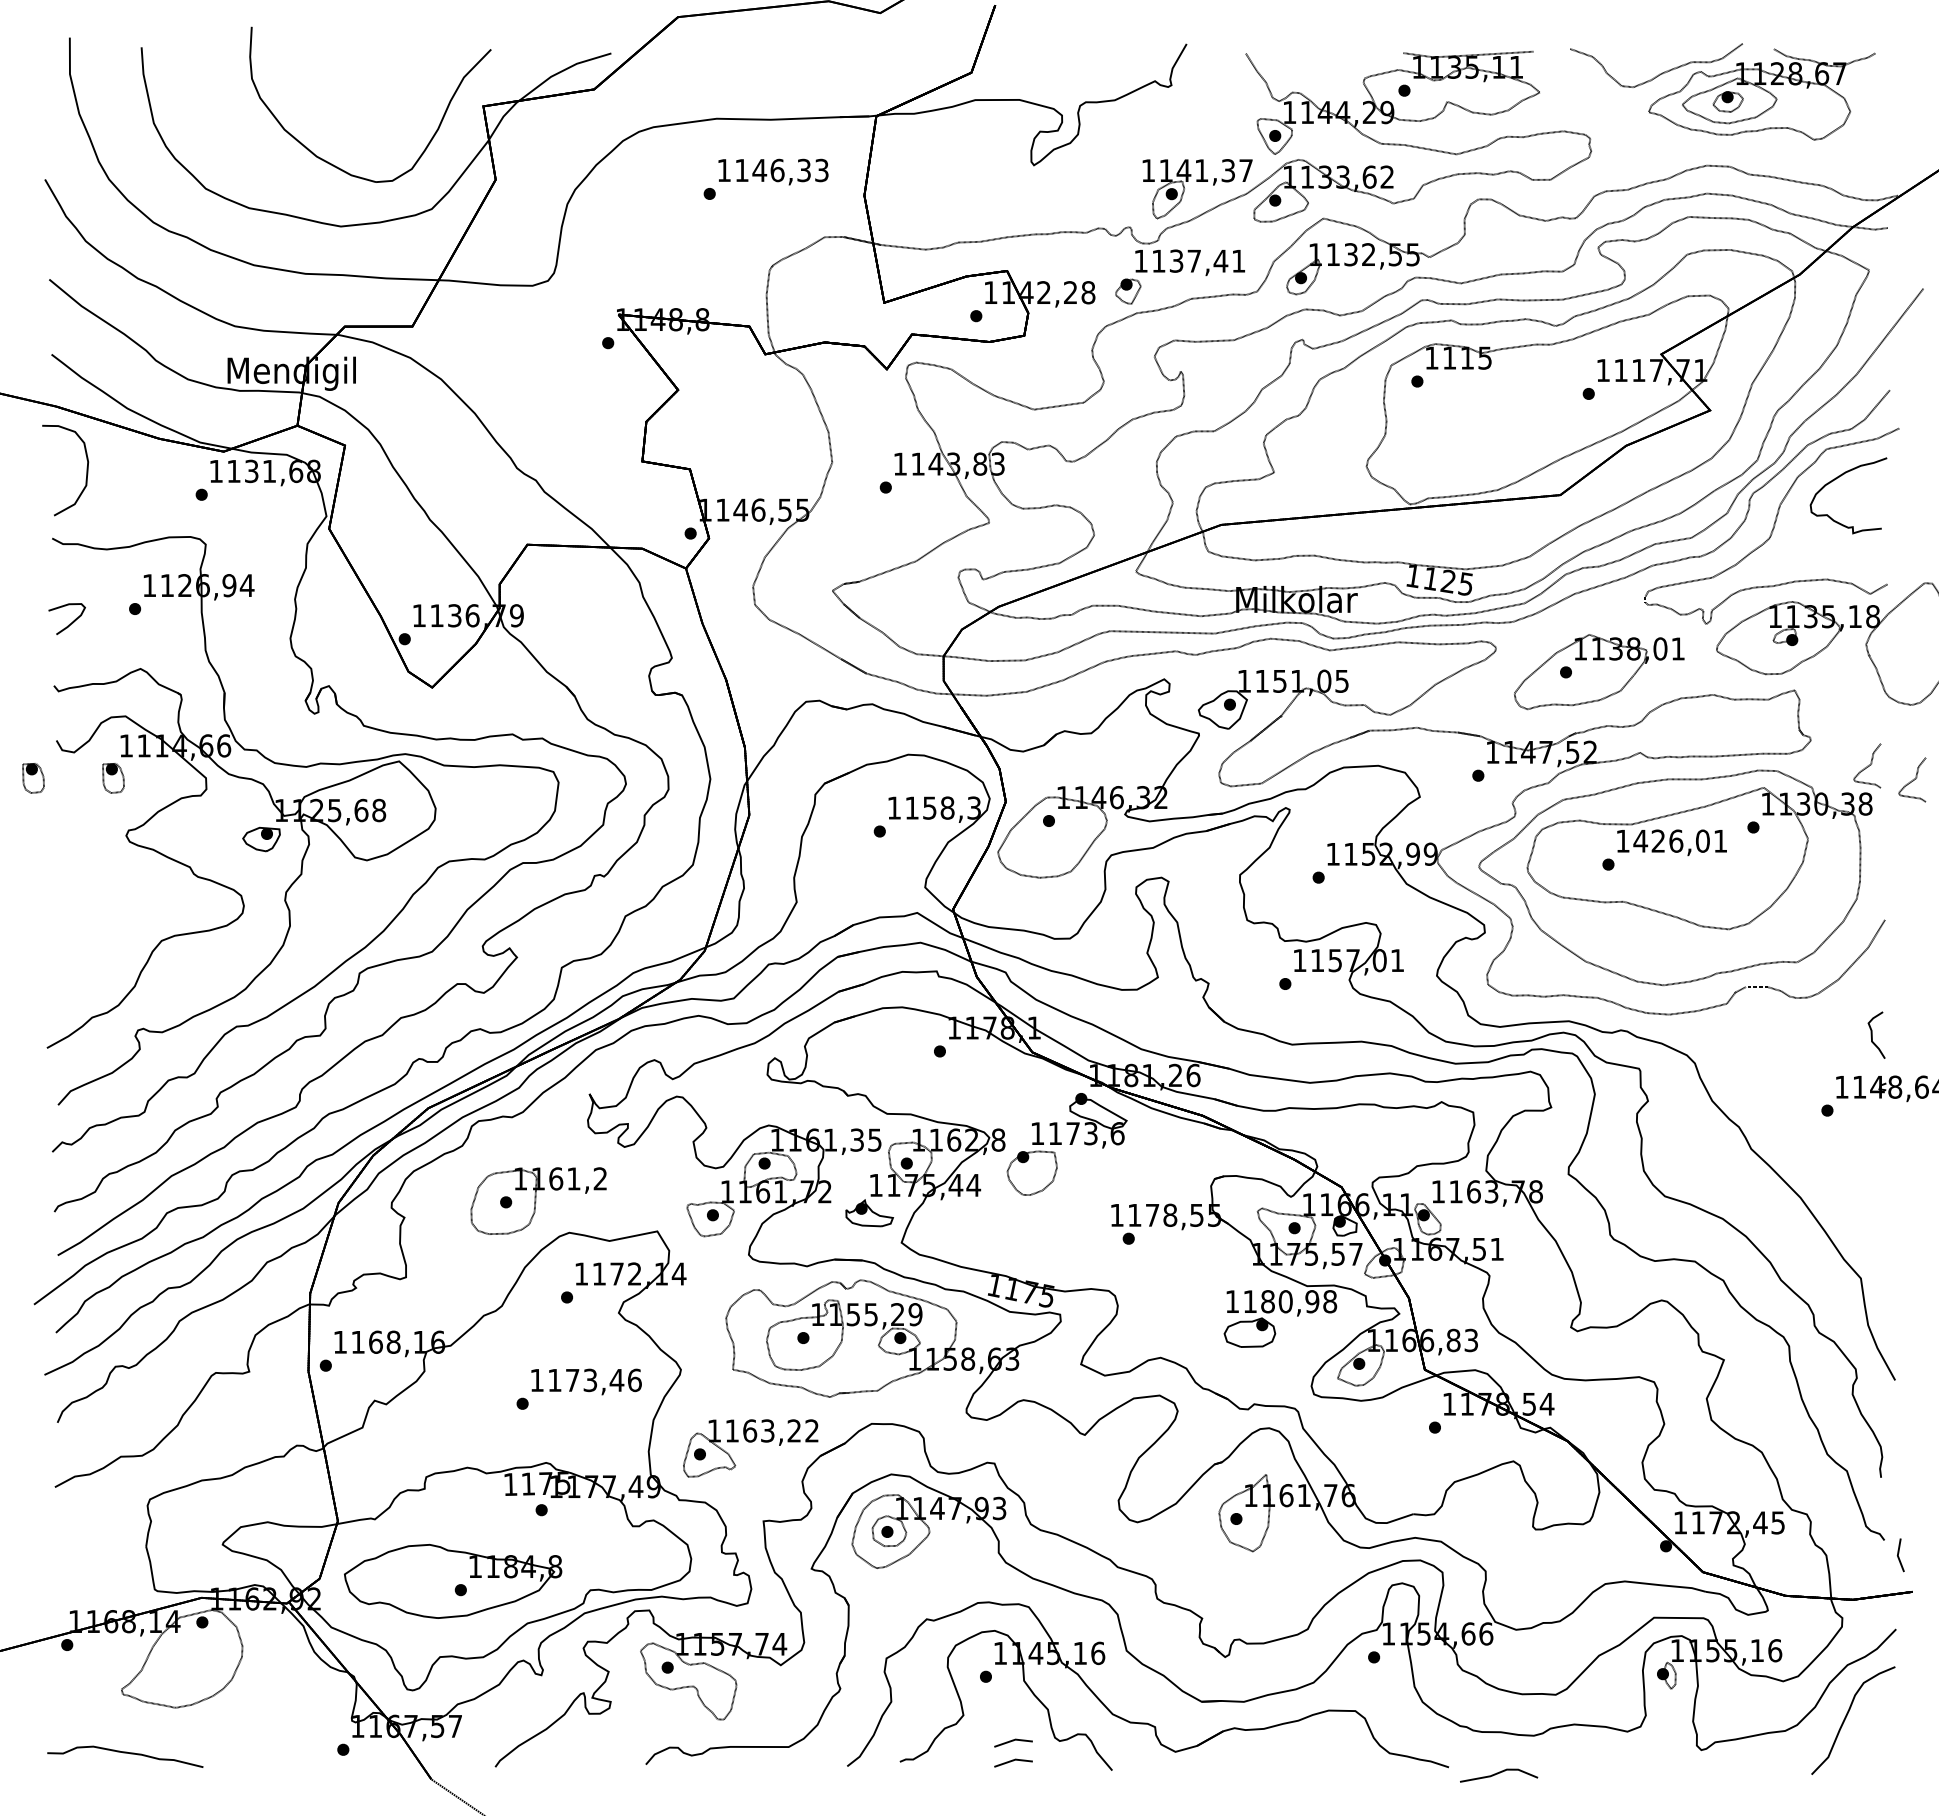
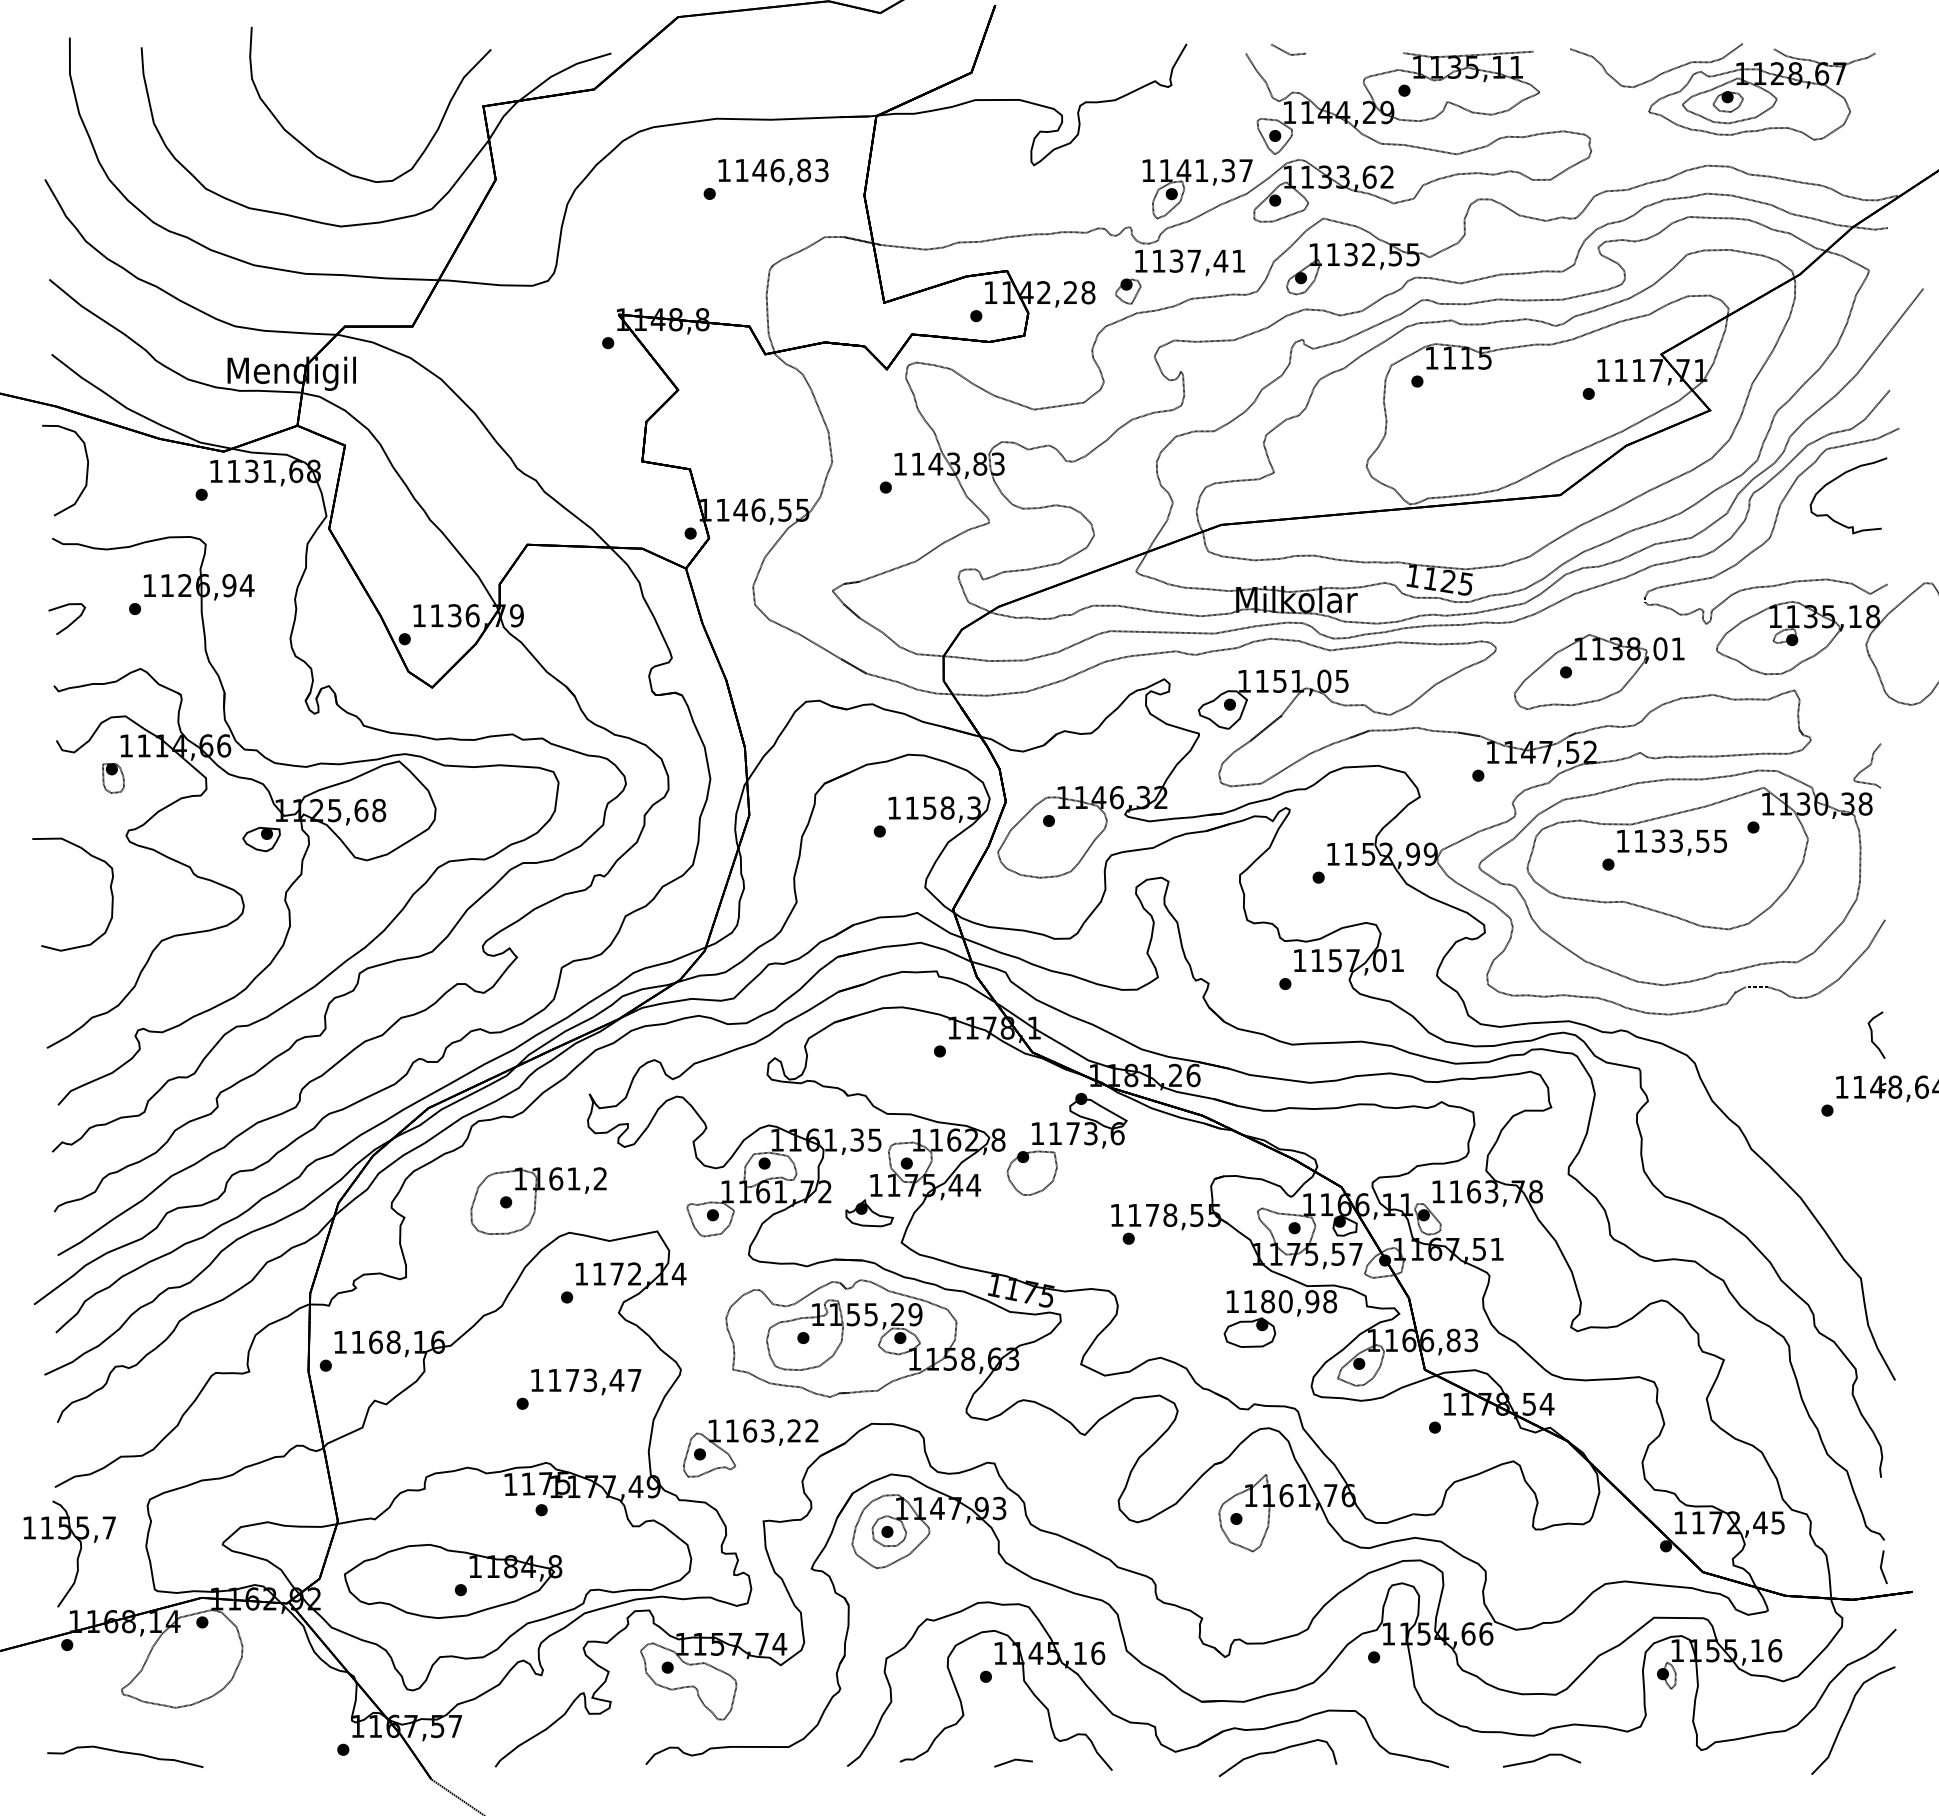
line at (1286, 51): none -> present
text at (804, 170): 1146,33 -> 1146,83
part at (33, 778): present -> none
curve at (1912, 779): present -> none
text at (1680, 840): 1426,01 -> 1133,55
part at (110, 891): none -> present
text at (634, 1380): 1173,46 -> 1173,47
part at (77, 1556): none -> present
line at (1899, 1556) position: (1899, 1556) -> (1882, 1568)
line at (1013, 1741): present -> none
curve at (1276, 1752): none -> present
line at (1499, 1773) position: (1499, 1773) -> (1542, 1758)
